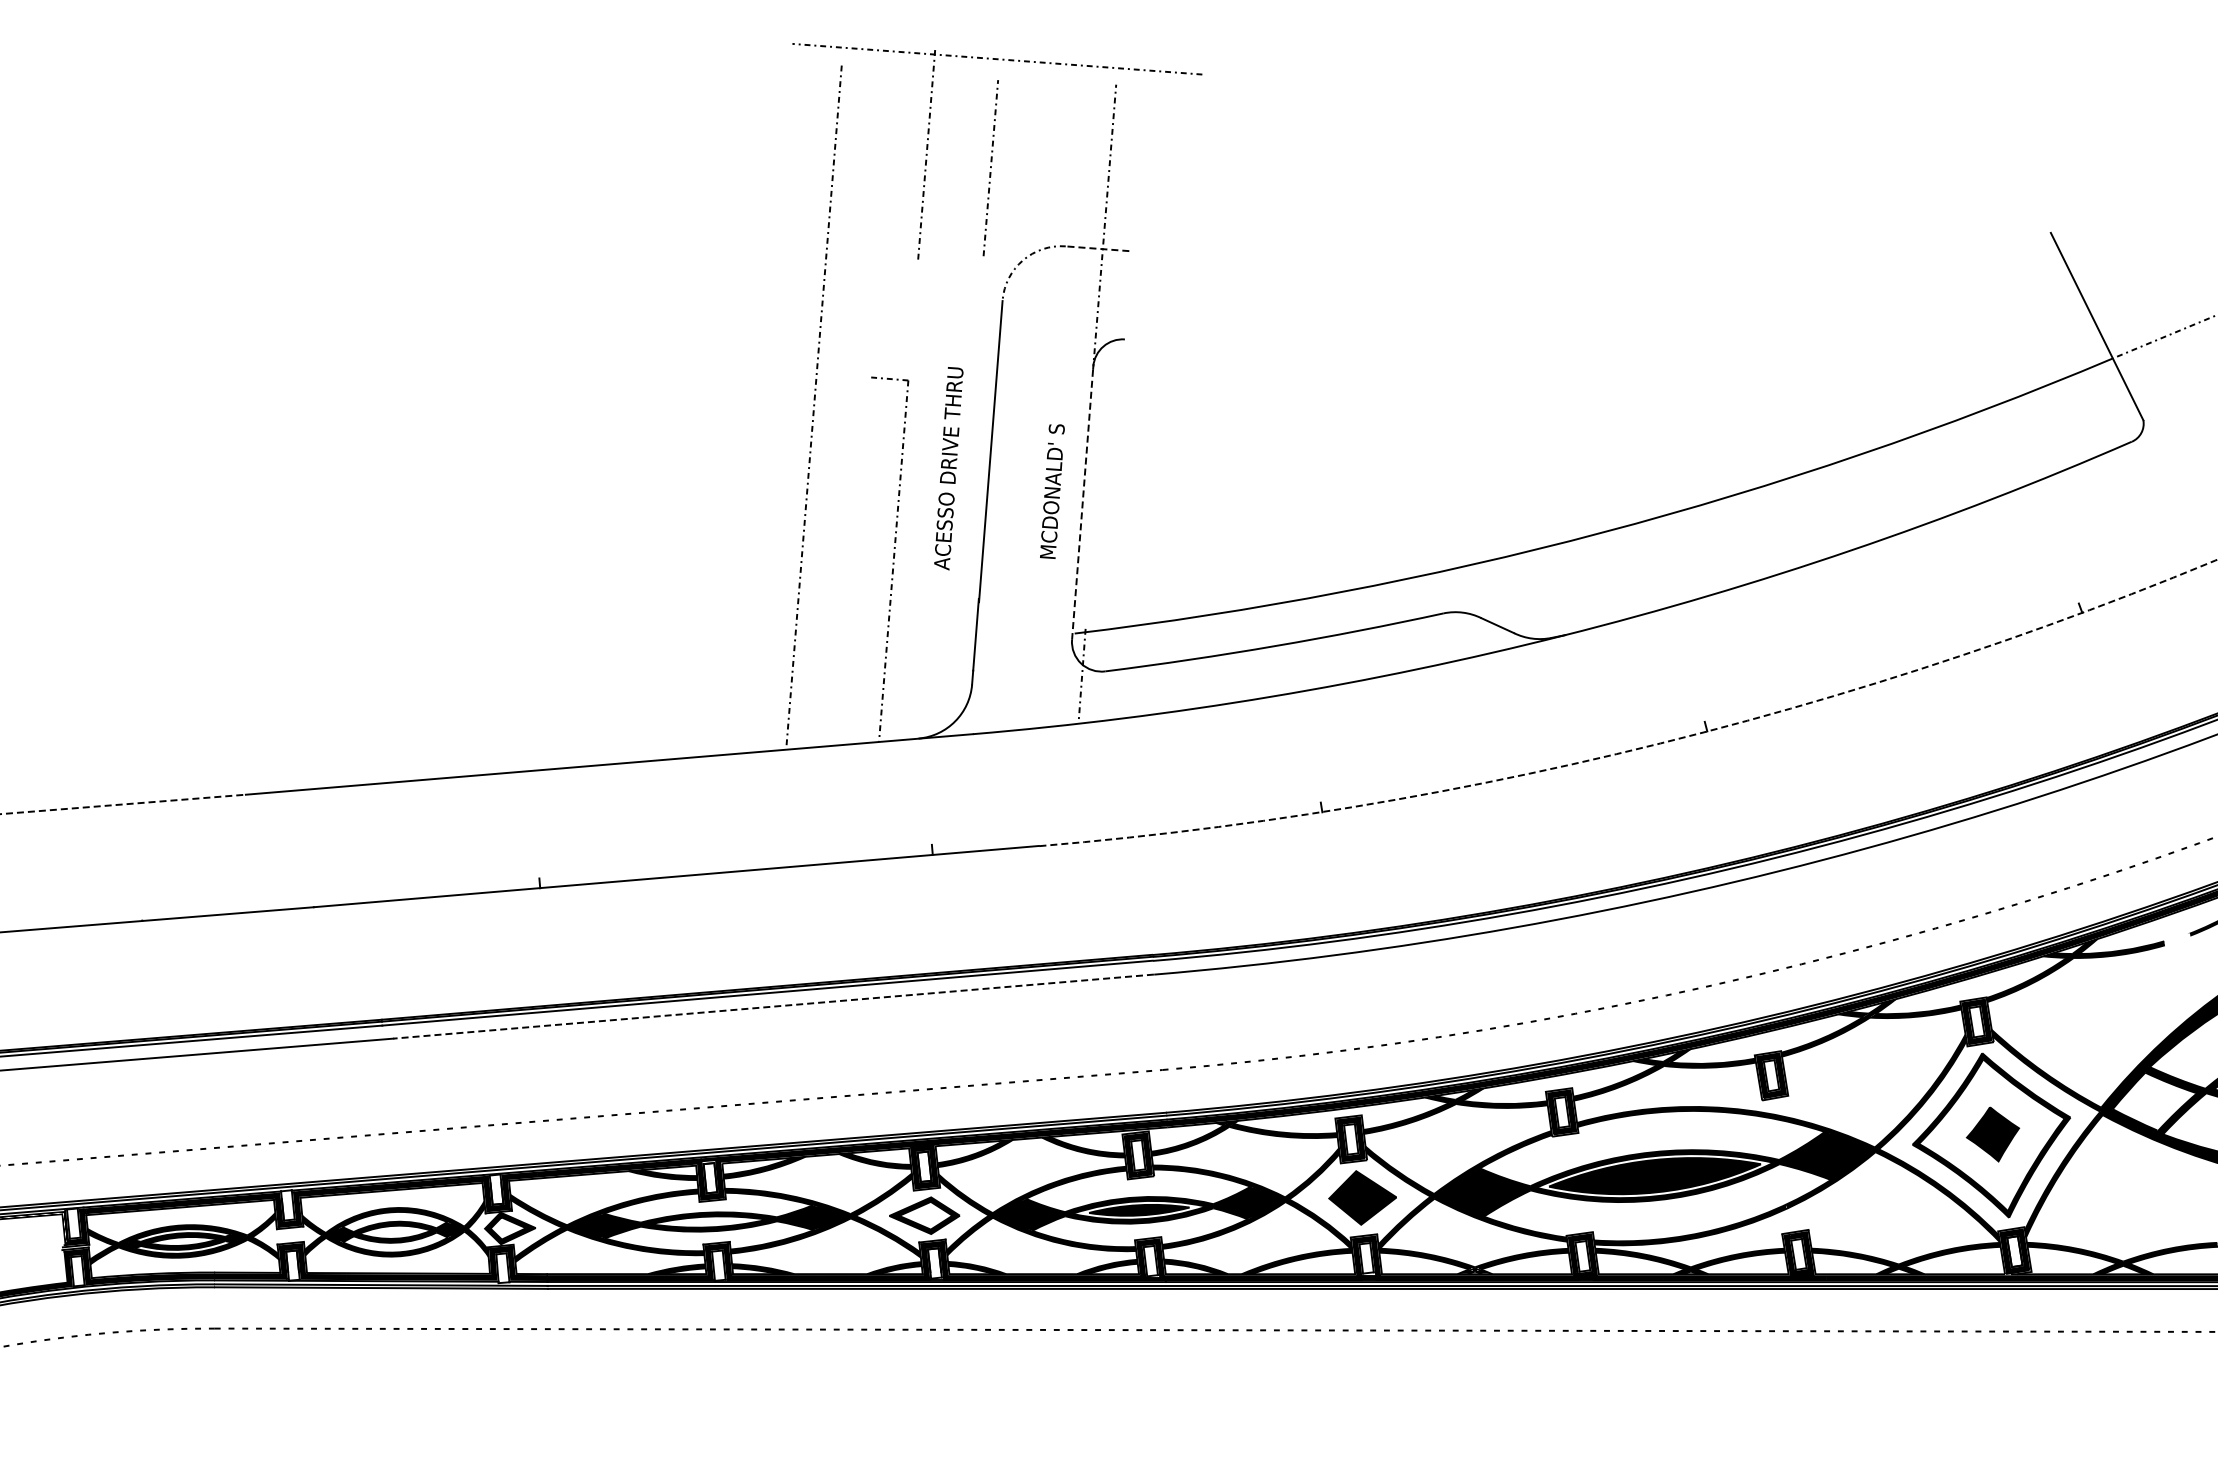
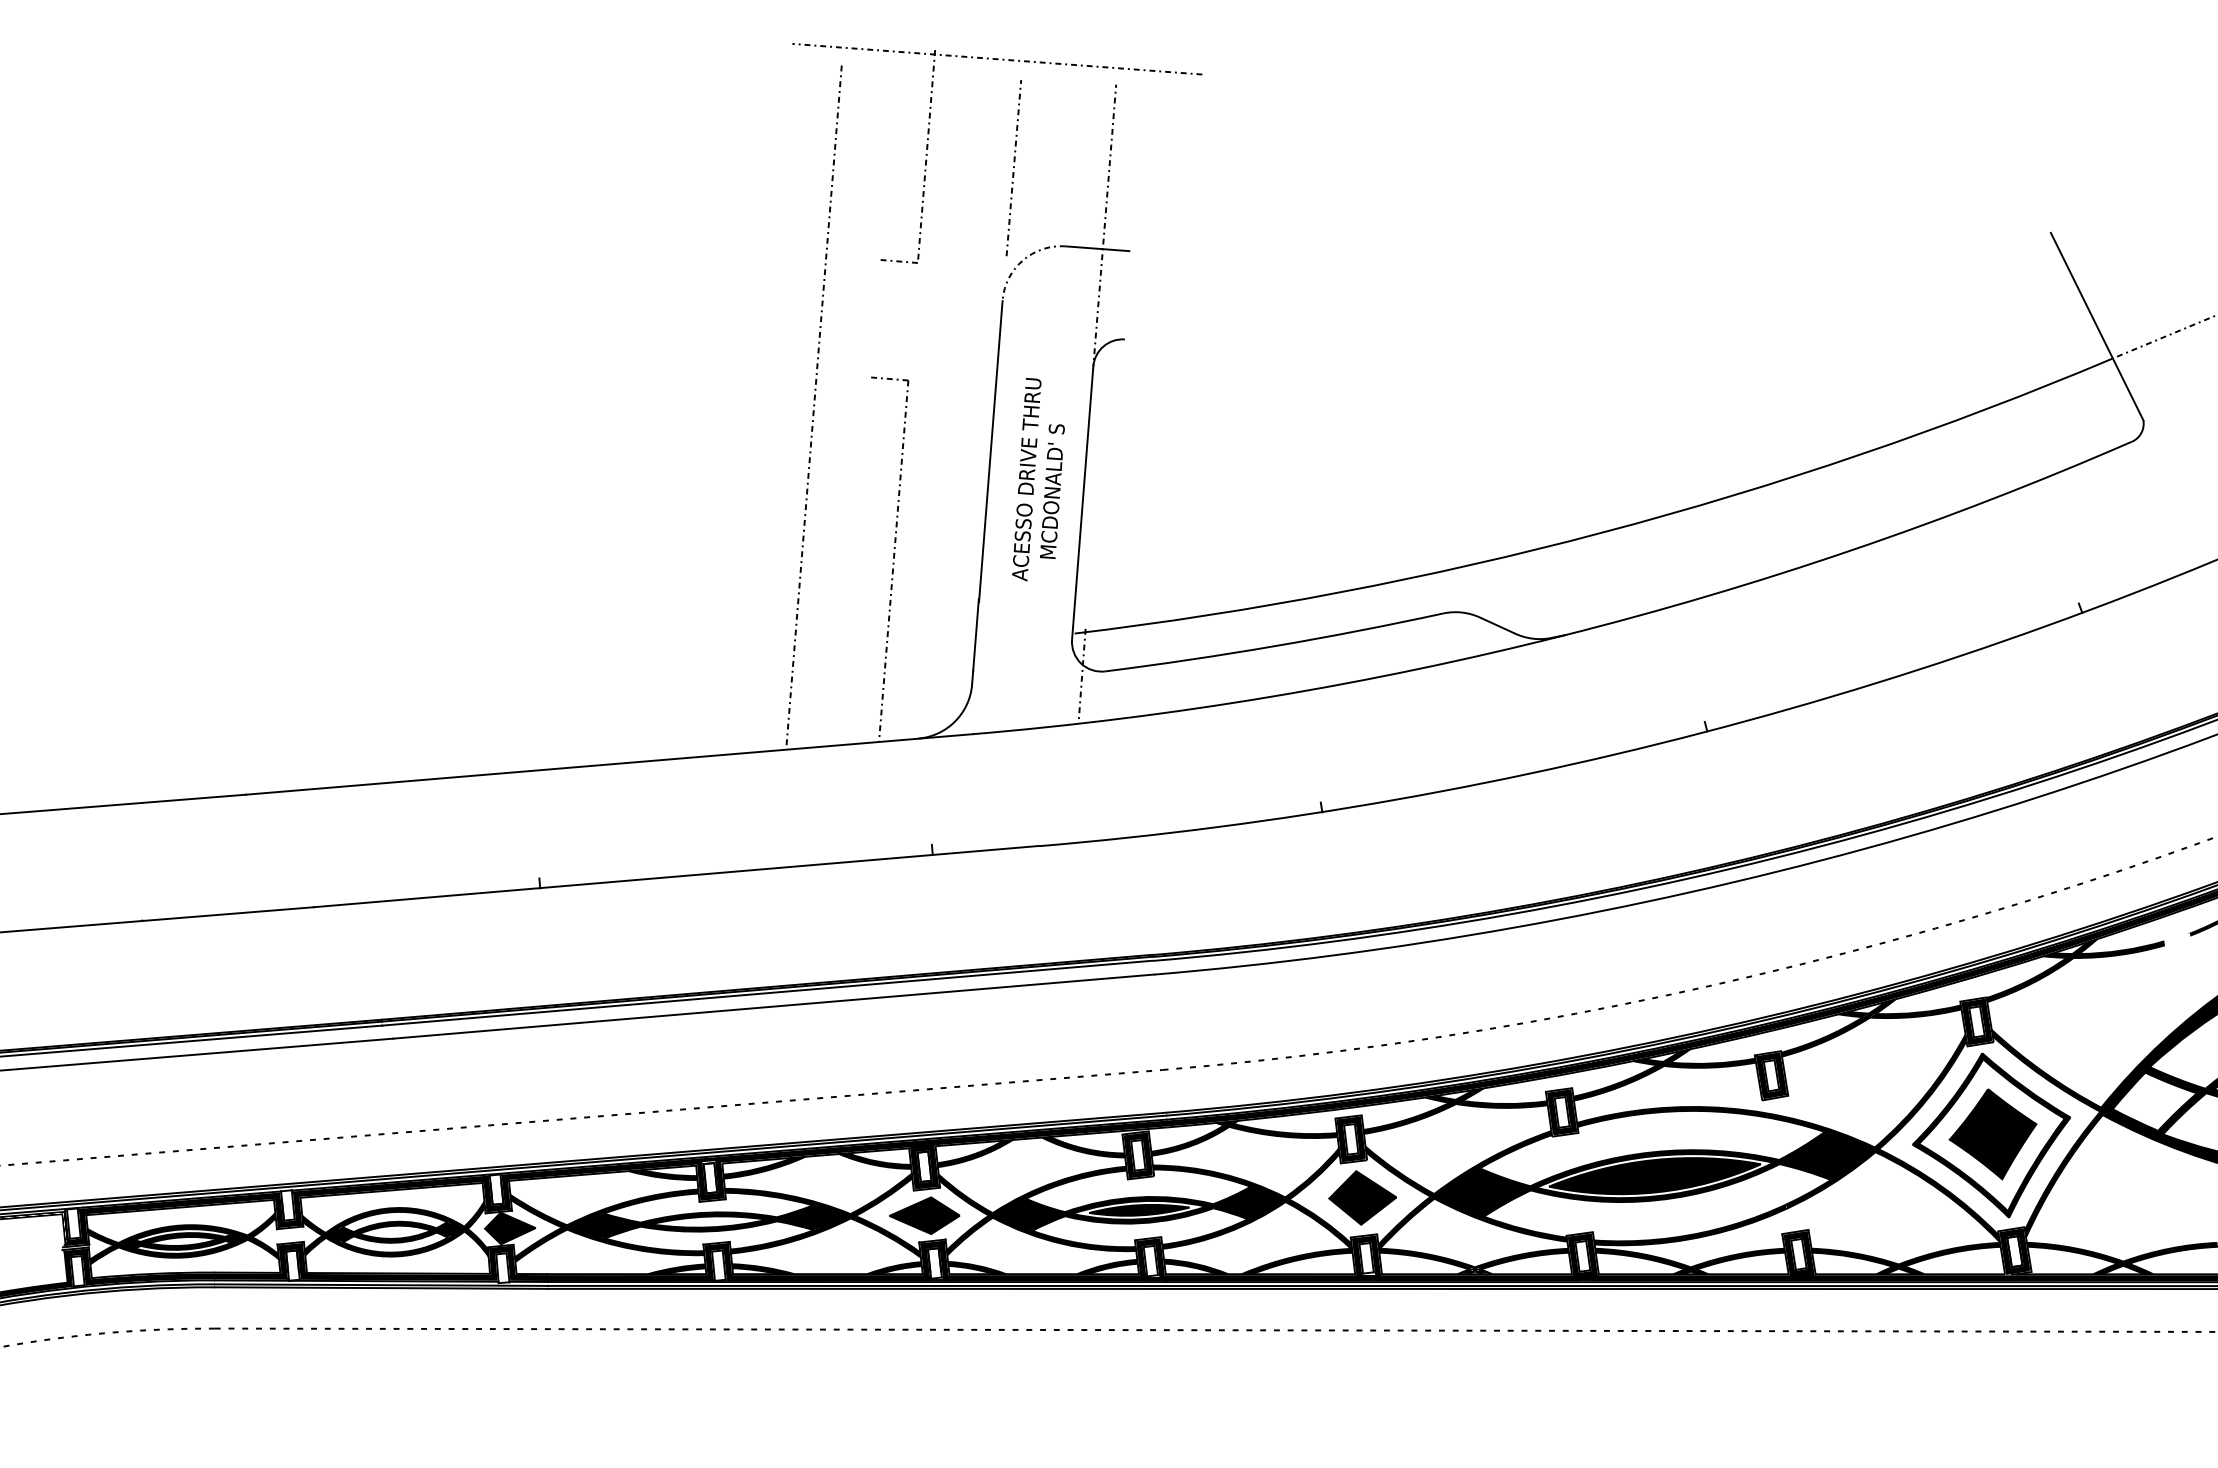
line at (990, 167) position: (990, 167) -> (1013, 167)
line at (1097, 248): dashed -> solid
line at (897, 261): none -> present
text at (948, 468) position: (948, 468) -> (1026, 479)
line at (1082, 505): dashed -> solid
arc at (1638, 748): dashed -> solid
line at (123, 804): dashed -> solid
line at (773, 1006): dashed -> solid
part at (1992, 1134) size: 56x57 px -> 90x93 px
fill at (925, 1215): none -> present
fill at (508, 1228): none -> present
